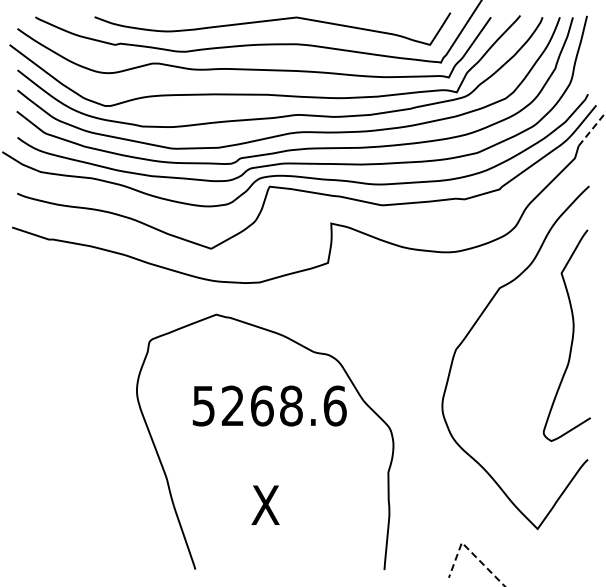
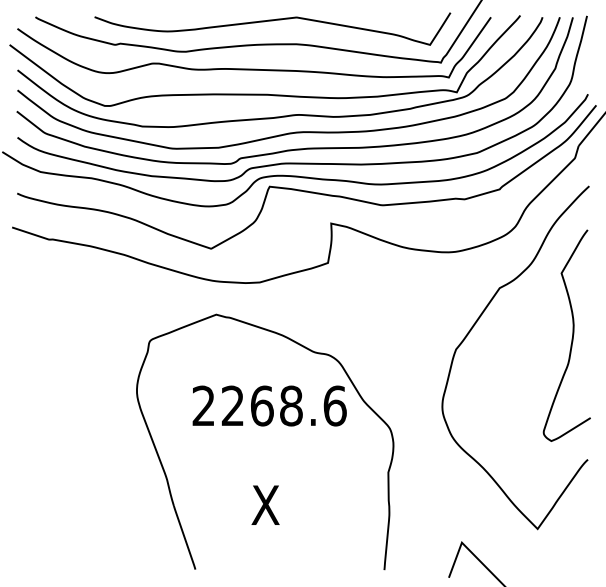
line at (592, 129): dashed -> solid
text at (203, 405): 5268.6 -> 2268.6
line at (469, 550): dashed -> solid
